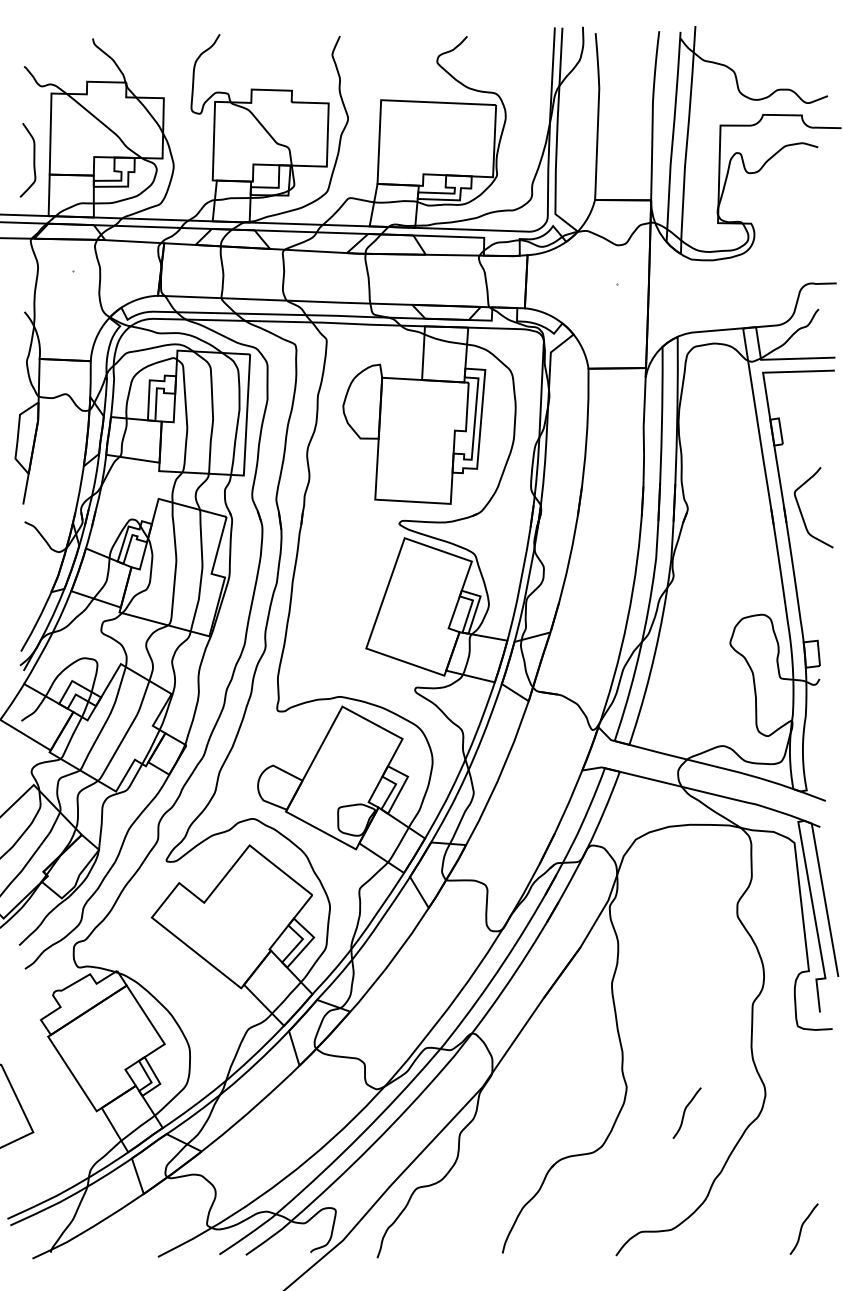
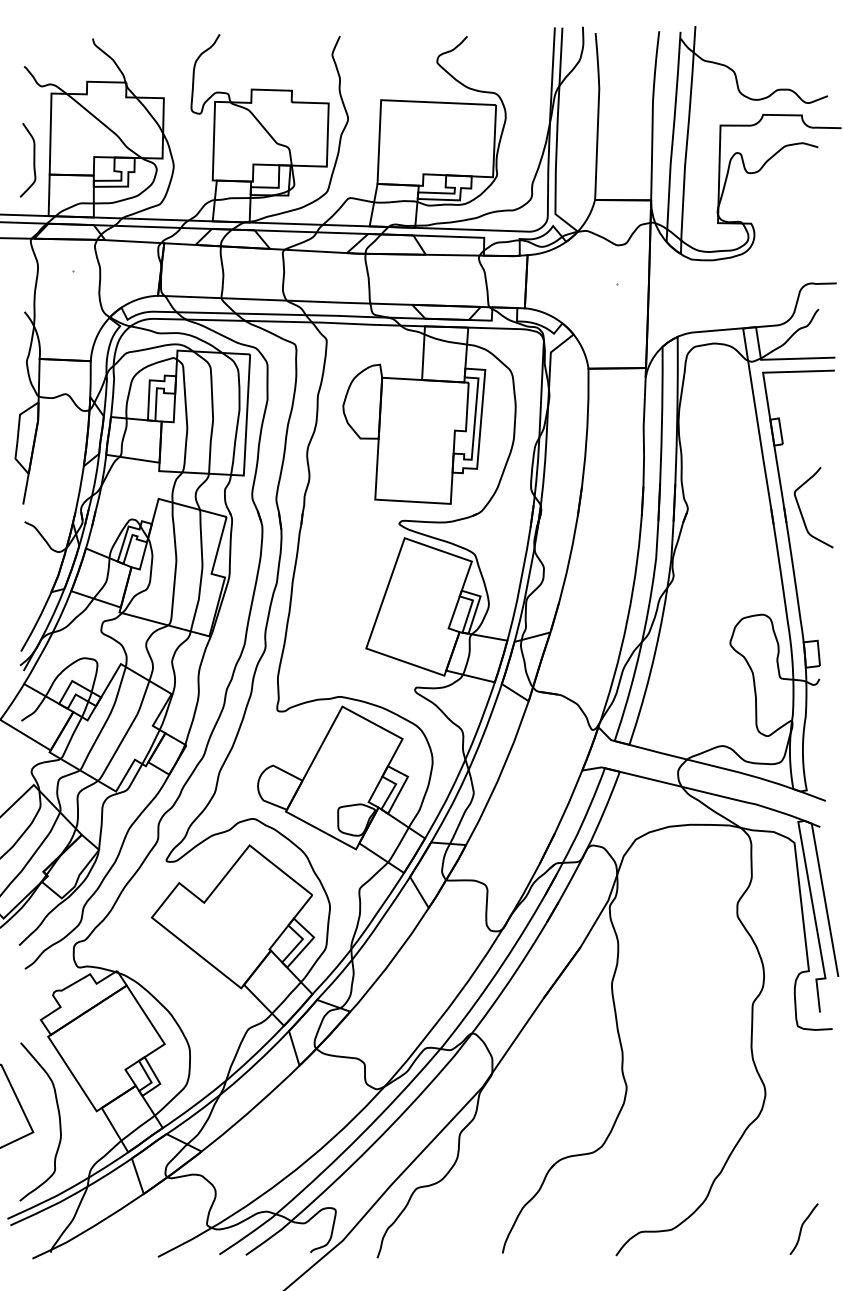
curve at (685, 1112): present -> none
curve at (58, 1117): none -> present
